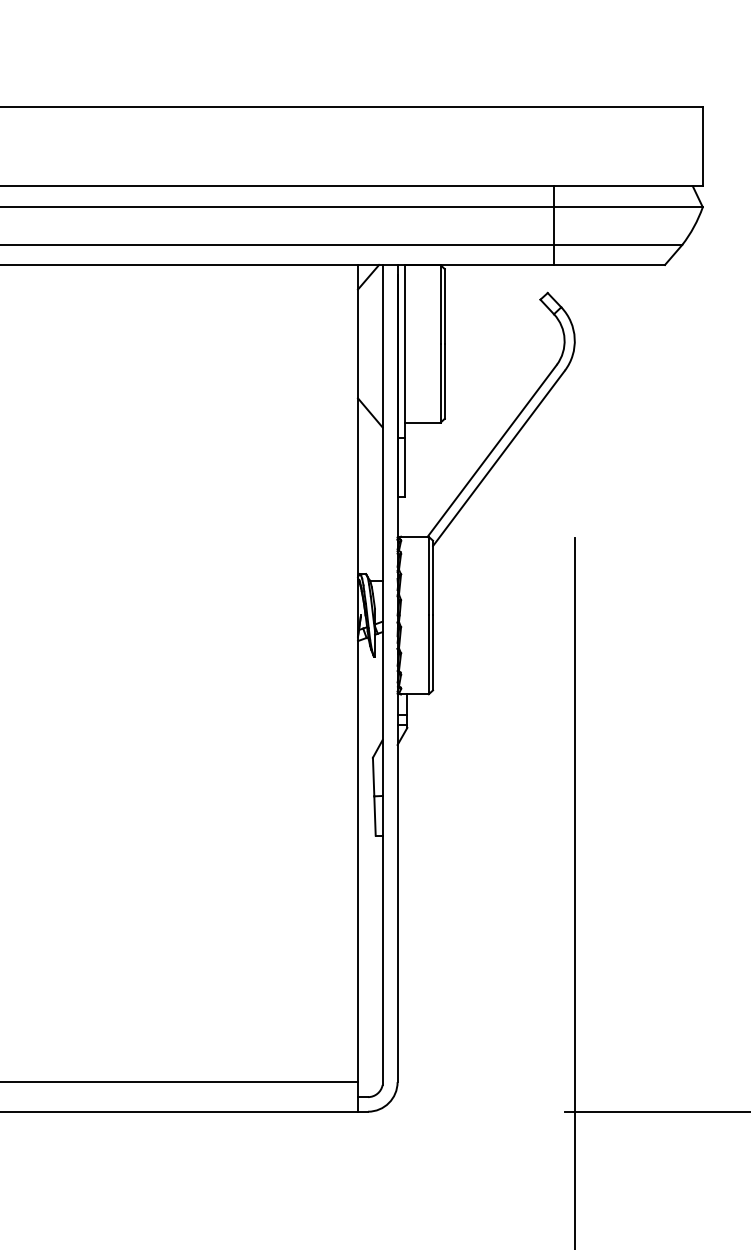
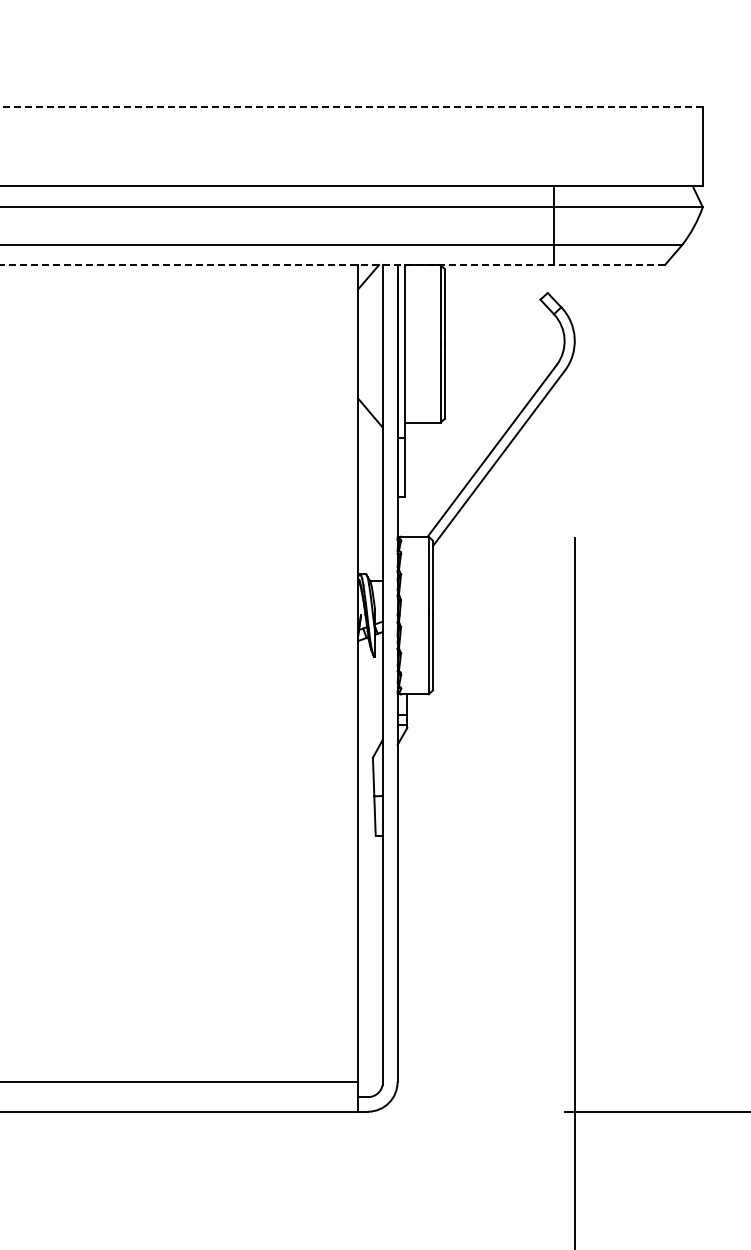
line at (351, 107): solid -> dashed
line at (332, 265): solid -> dashed
